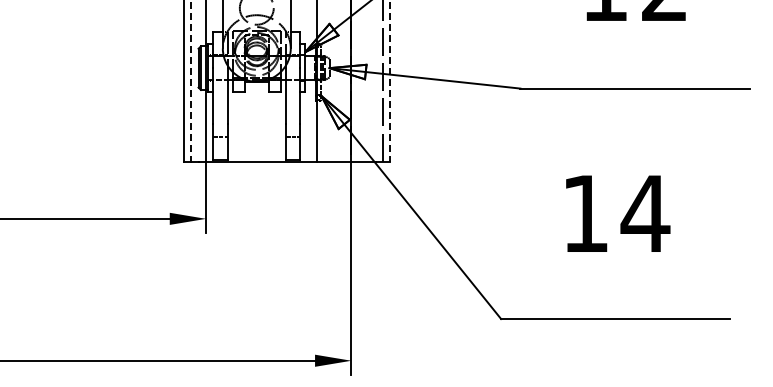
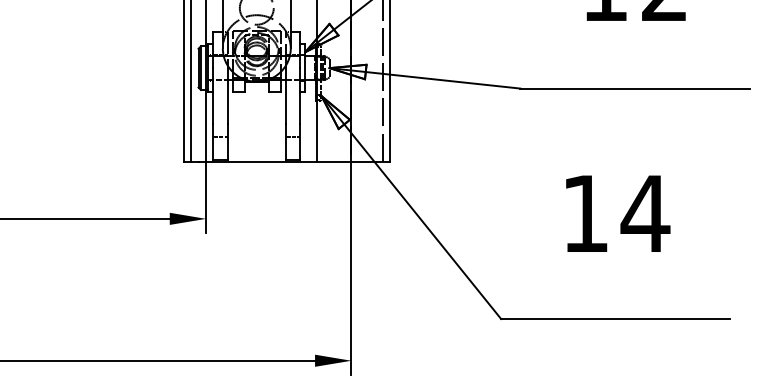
line at (191, 81): dashed -> solid
line at (390, 81): dashed -> solid
